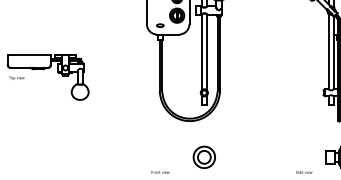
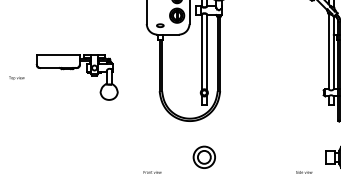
part at (43, 70) position: (43, 70) -> (72, 70)
text at (160, 172) position: (160, 172) -> (152, 172)
